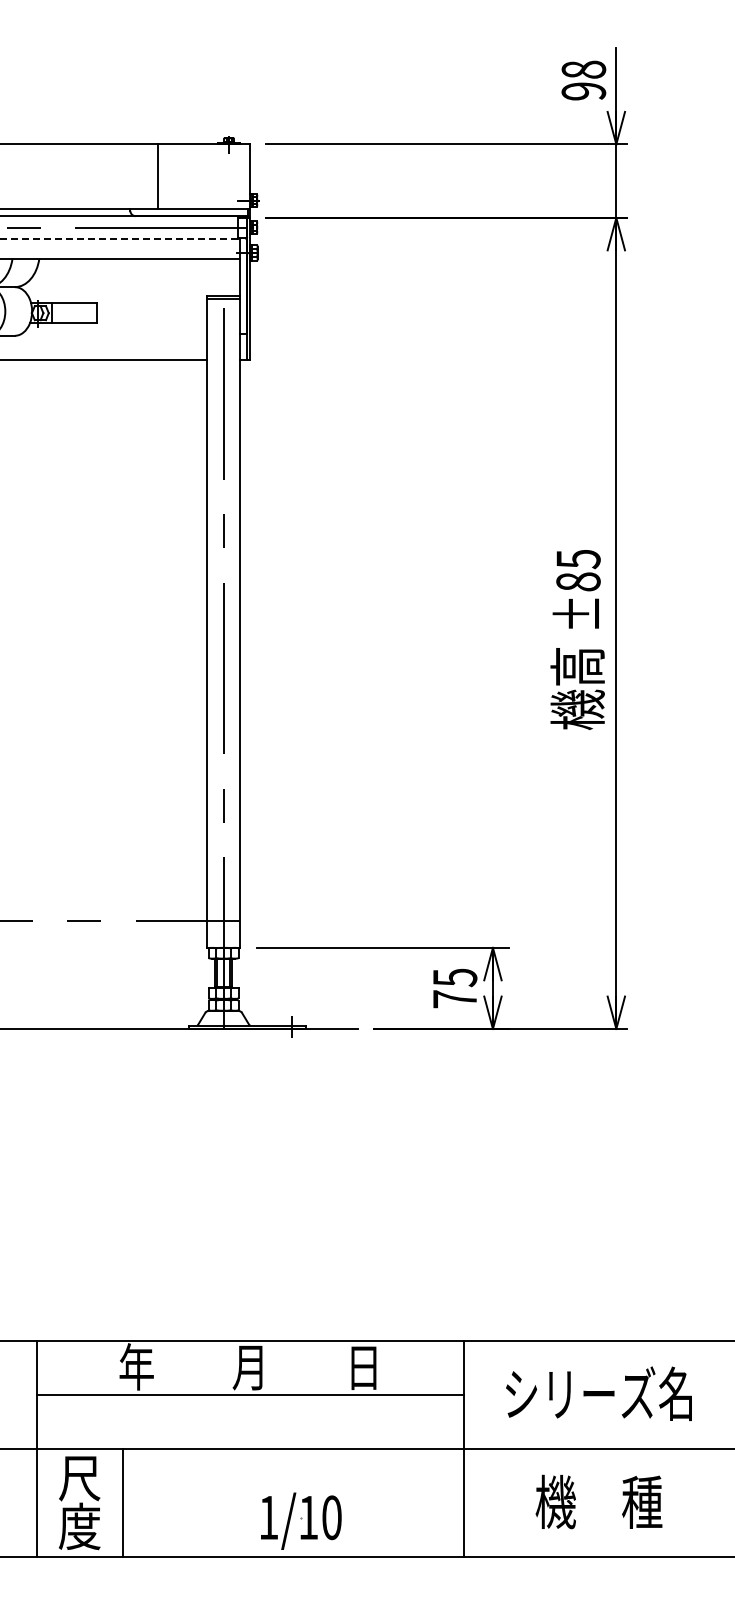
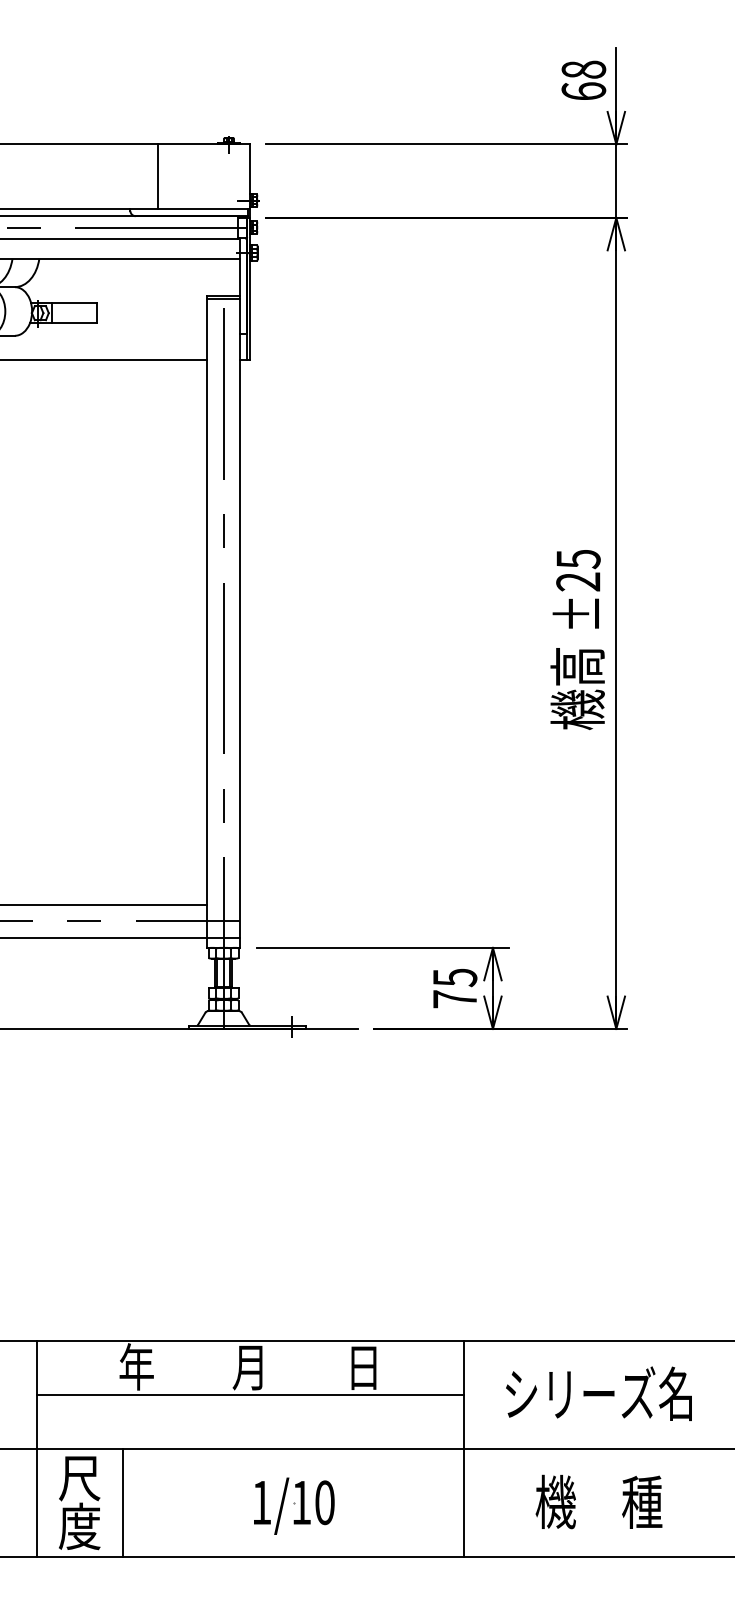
text at (583, 91): 98 -> 68
line at (119, 239): dashed -> solid
text at (578, 581): ±85 -> ±25
line at (104, 904): none -> present
line at (121, 938): none -> present
part at (301, 1520) position: (301, 1520) -> (294, 1505)
